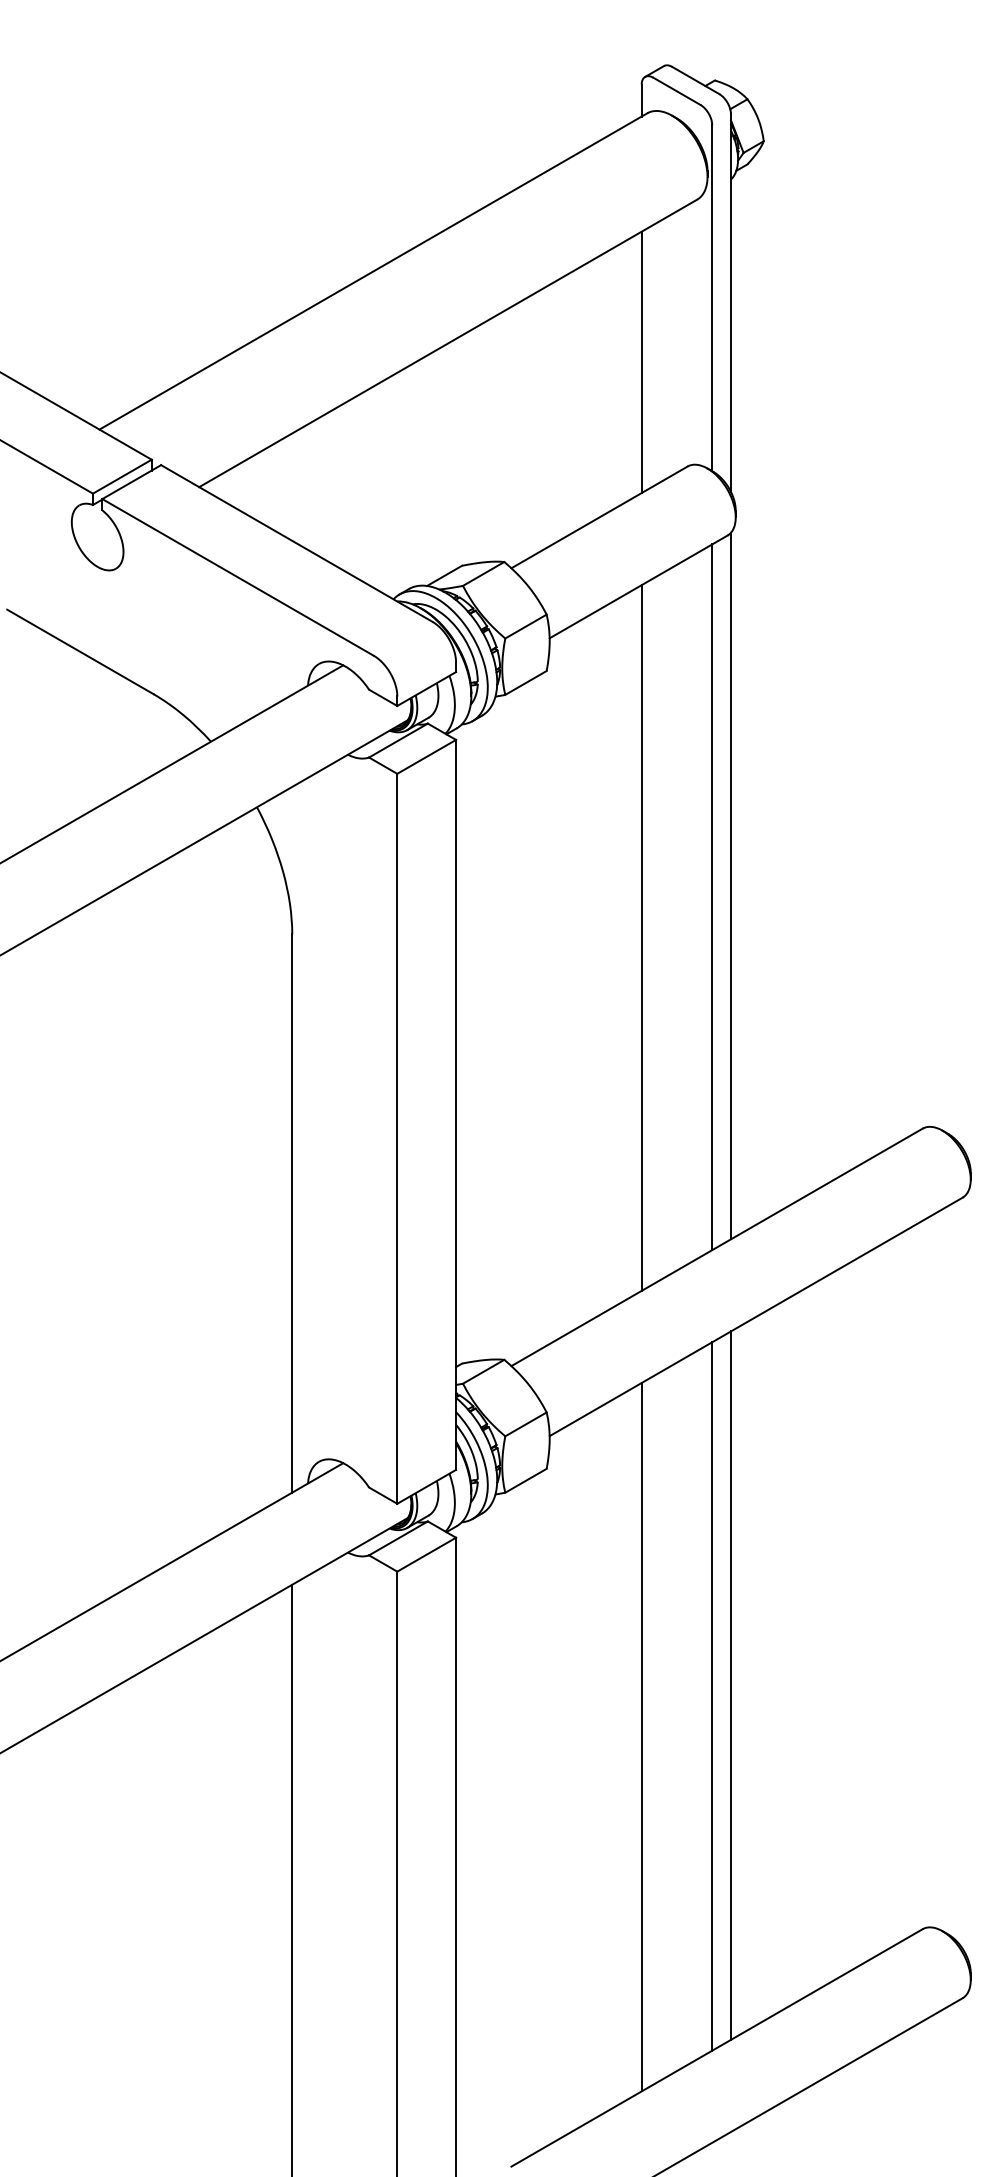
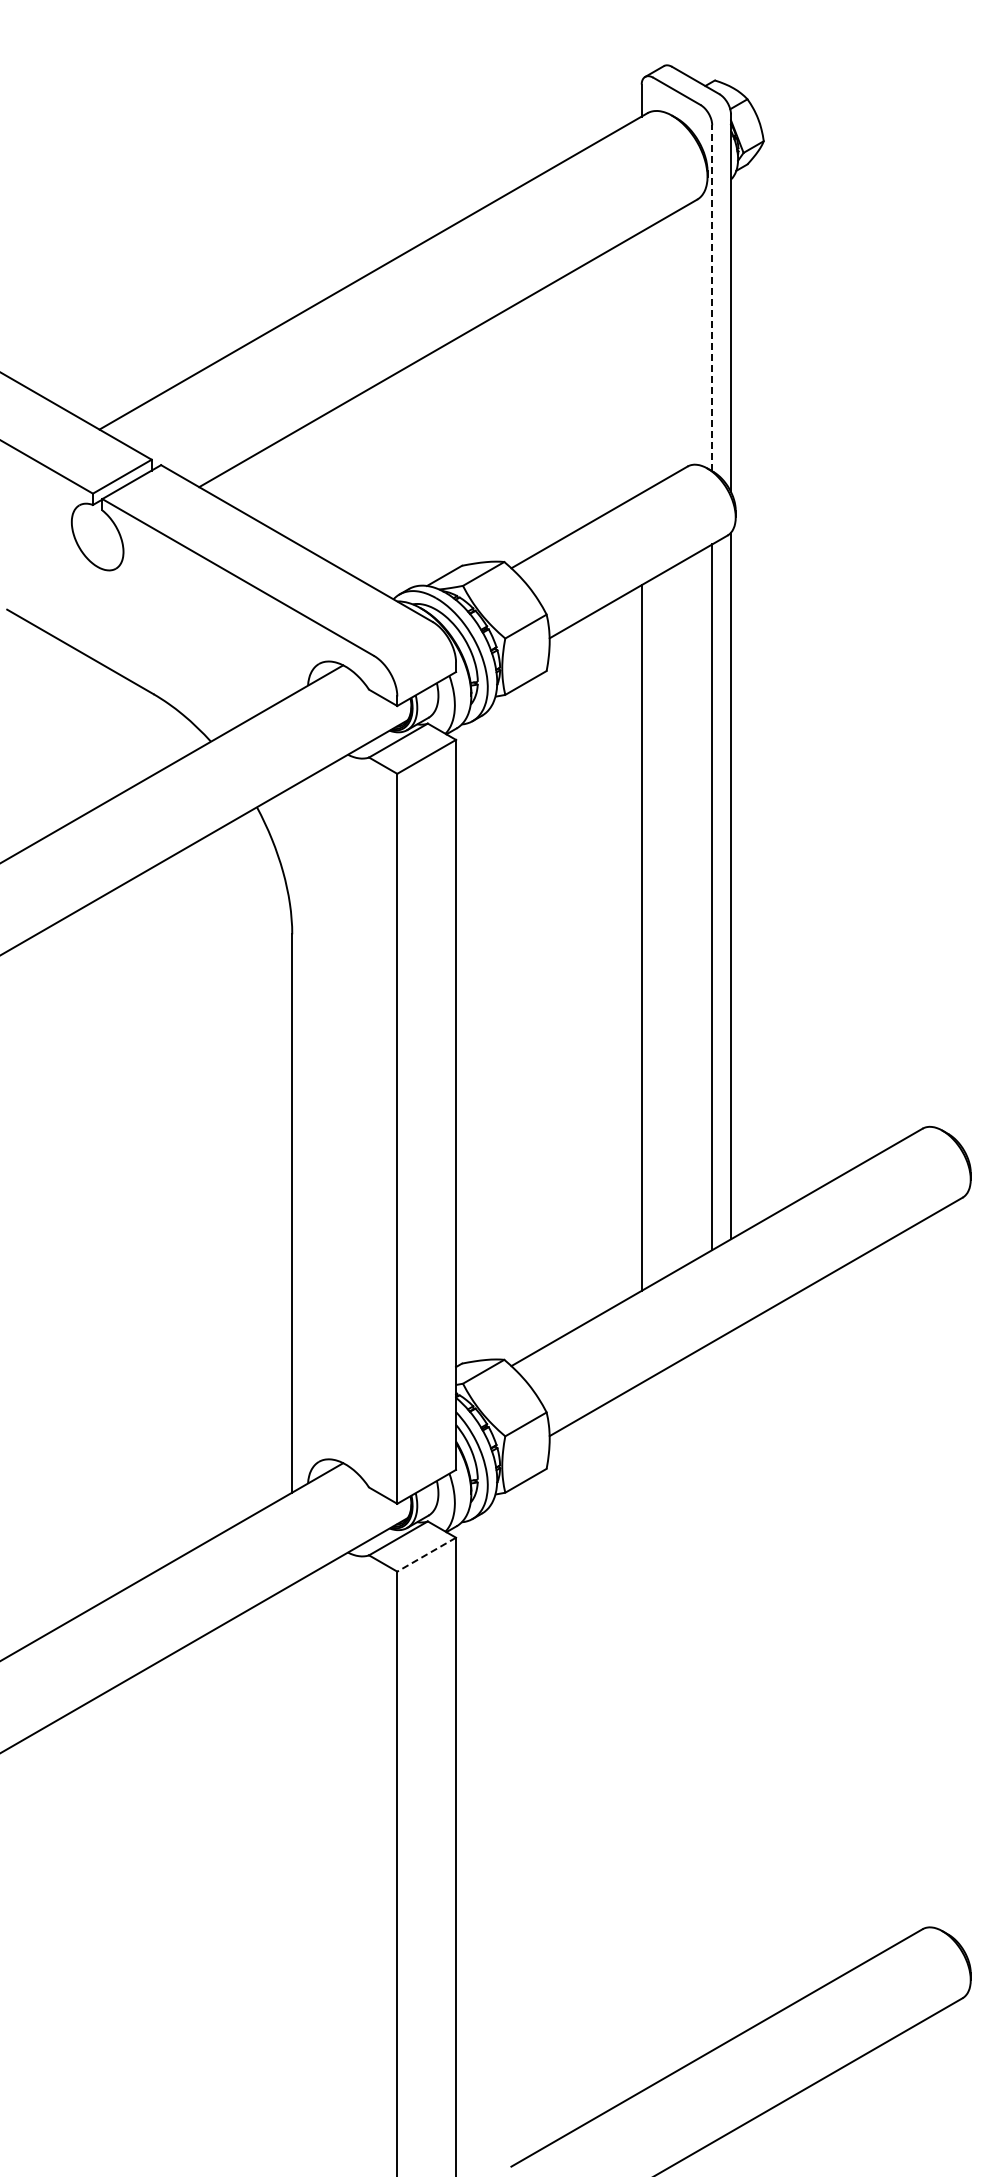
line at (712, 298): solid -> dashed
line at (641, 362): present -> none
line at (426, 1554): solid -> dashed
line at (731, 1685): present -> none
line at (712, 1696): present -> none
line at (641, 1736): present -> none
line at (292, 1878): present -> none
